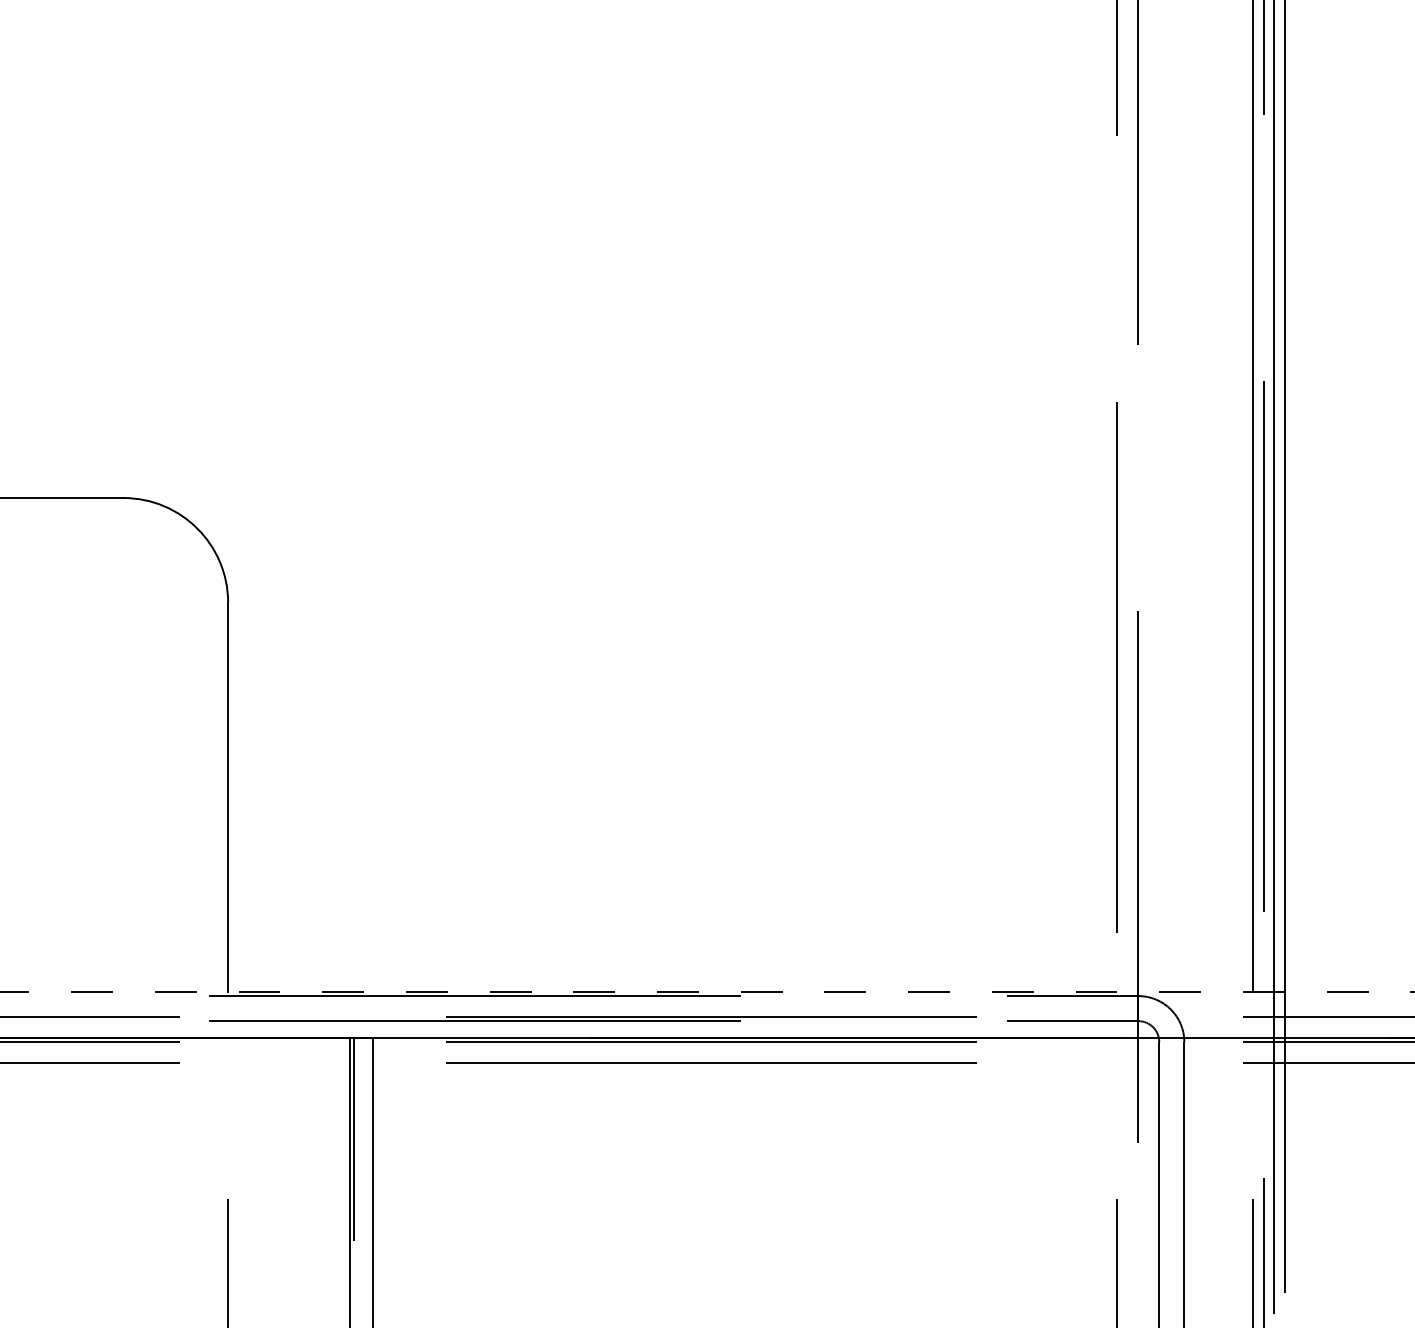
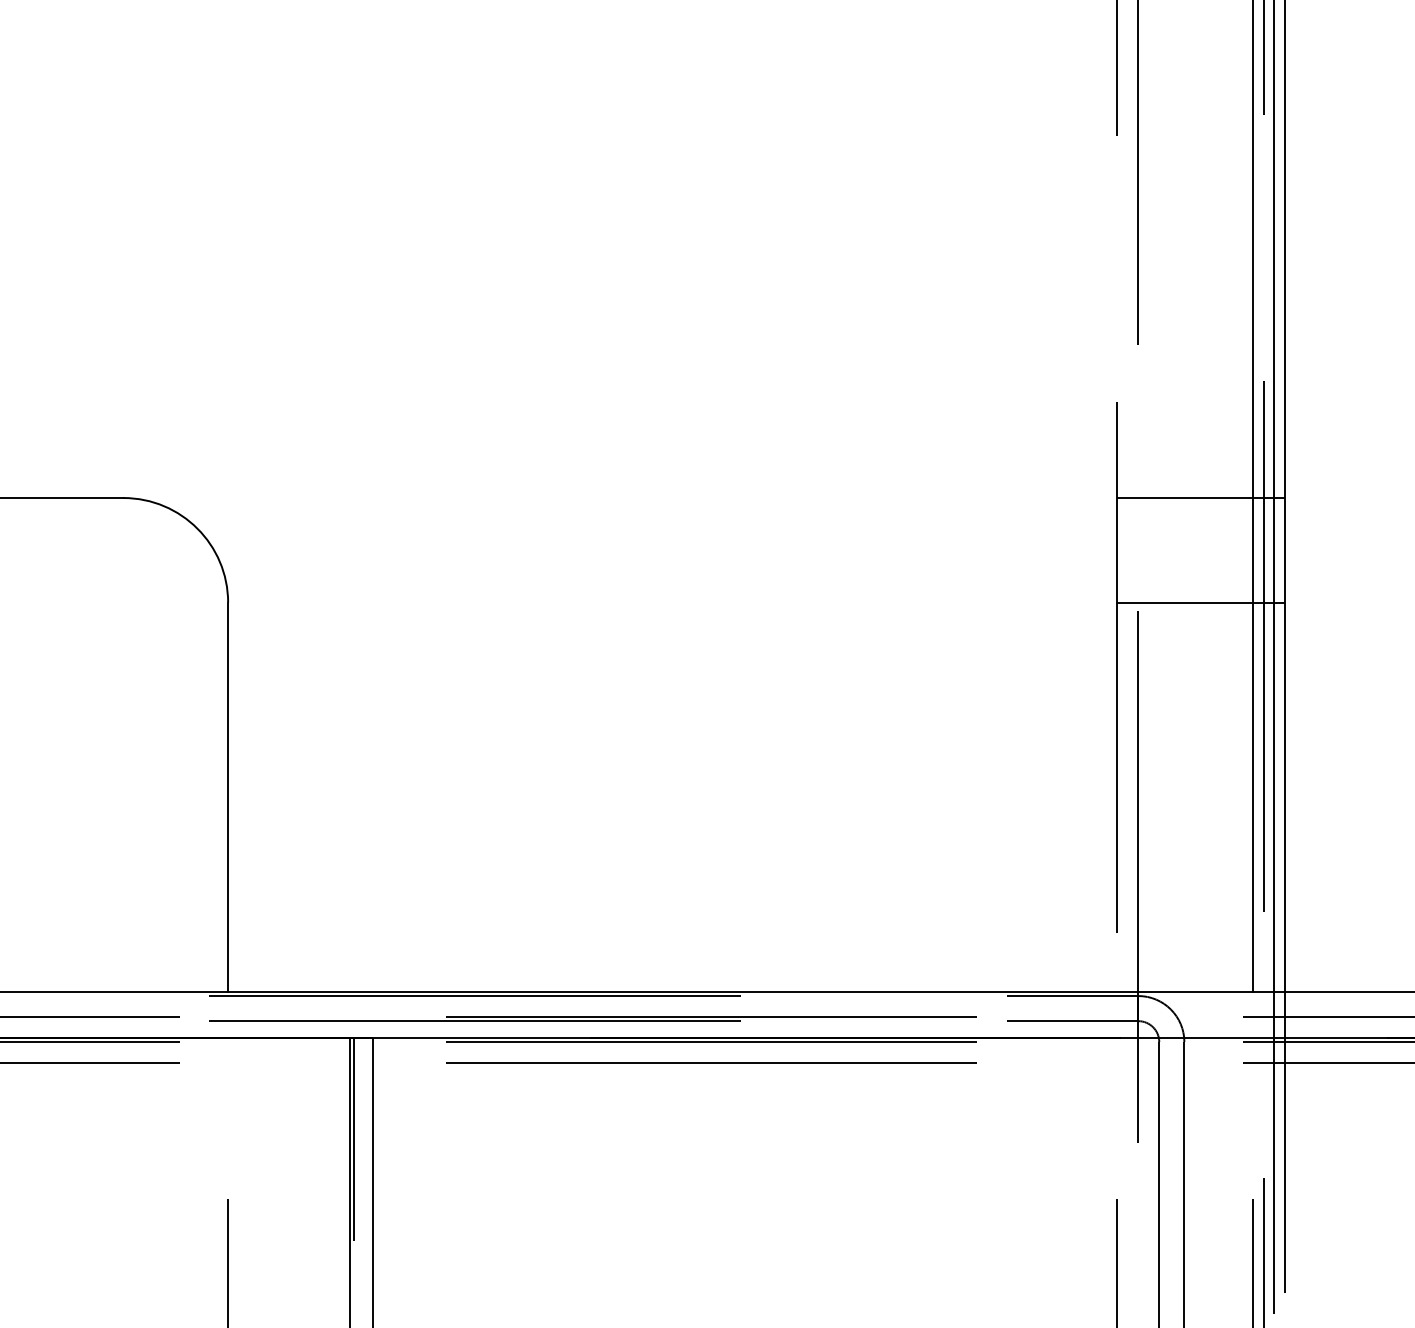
line at (1200, 498): none -> present
line at (1200, 602): none -> present
line at (708, 991): dashed -> solid
